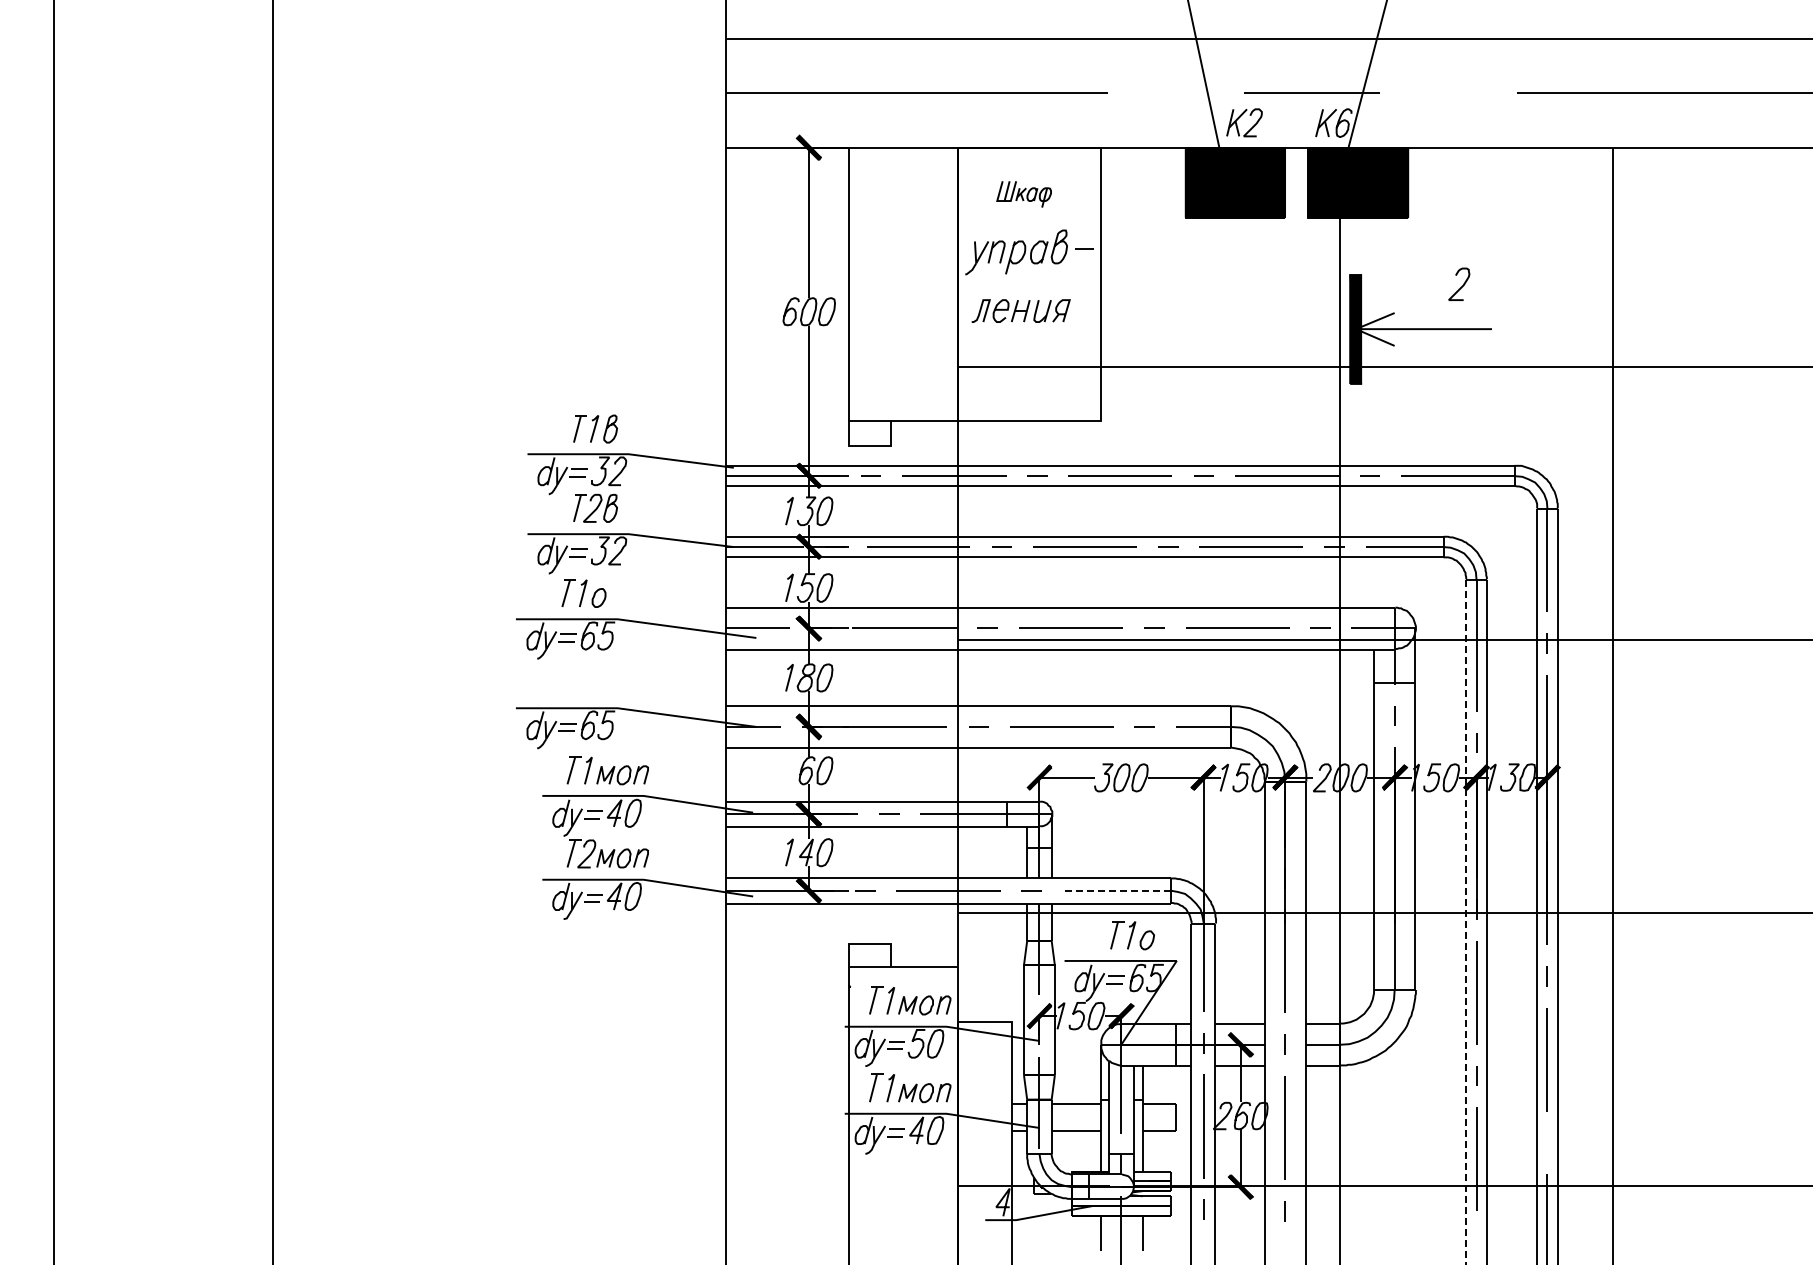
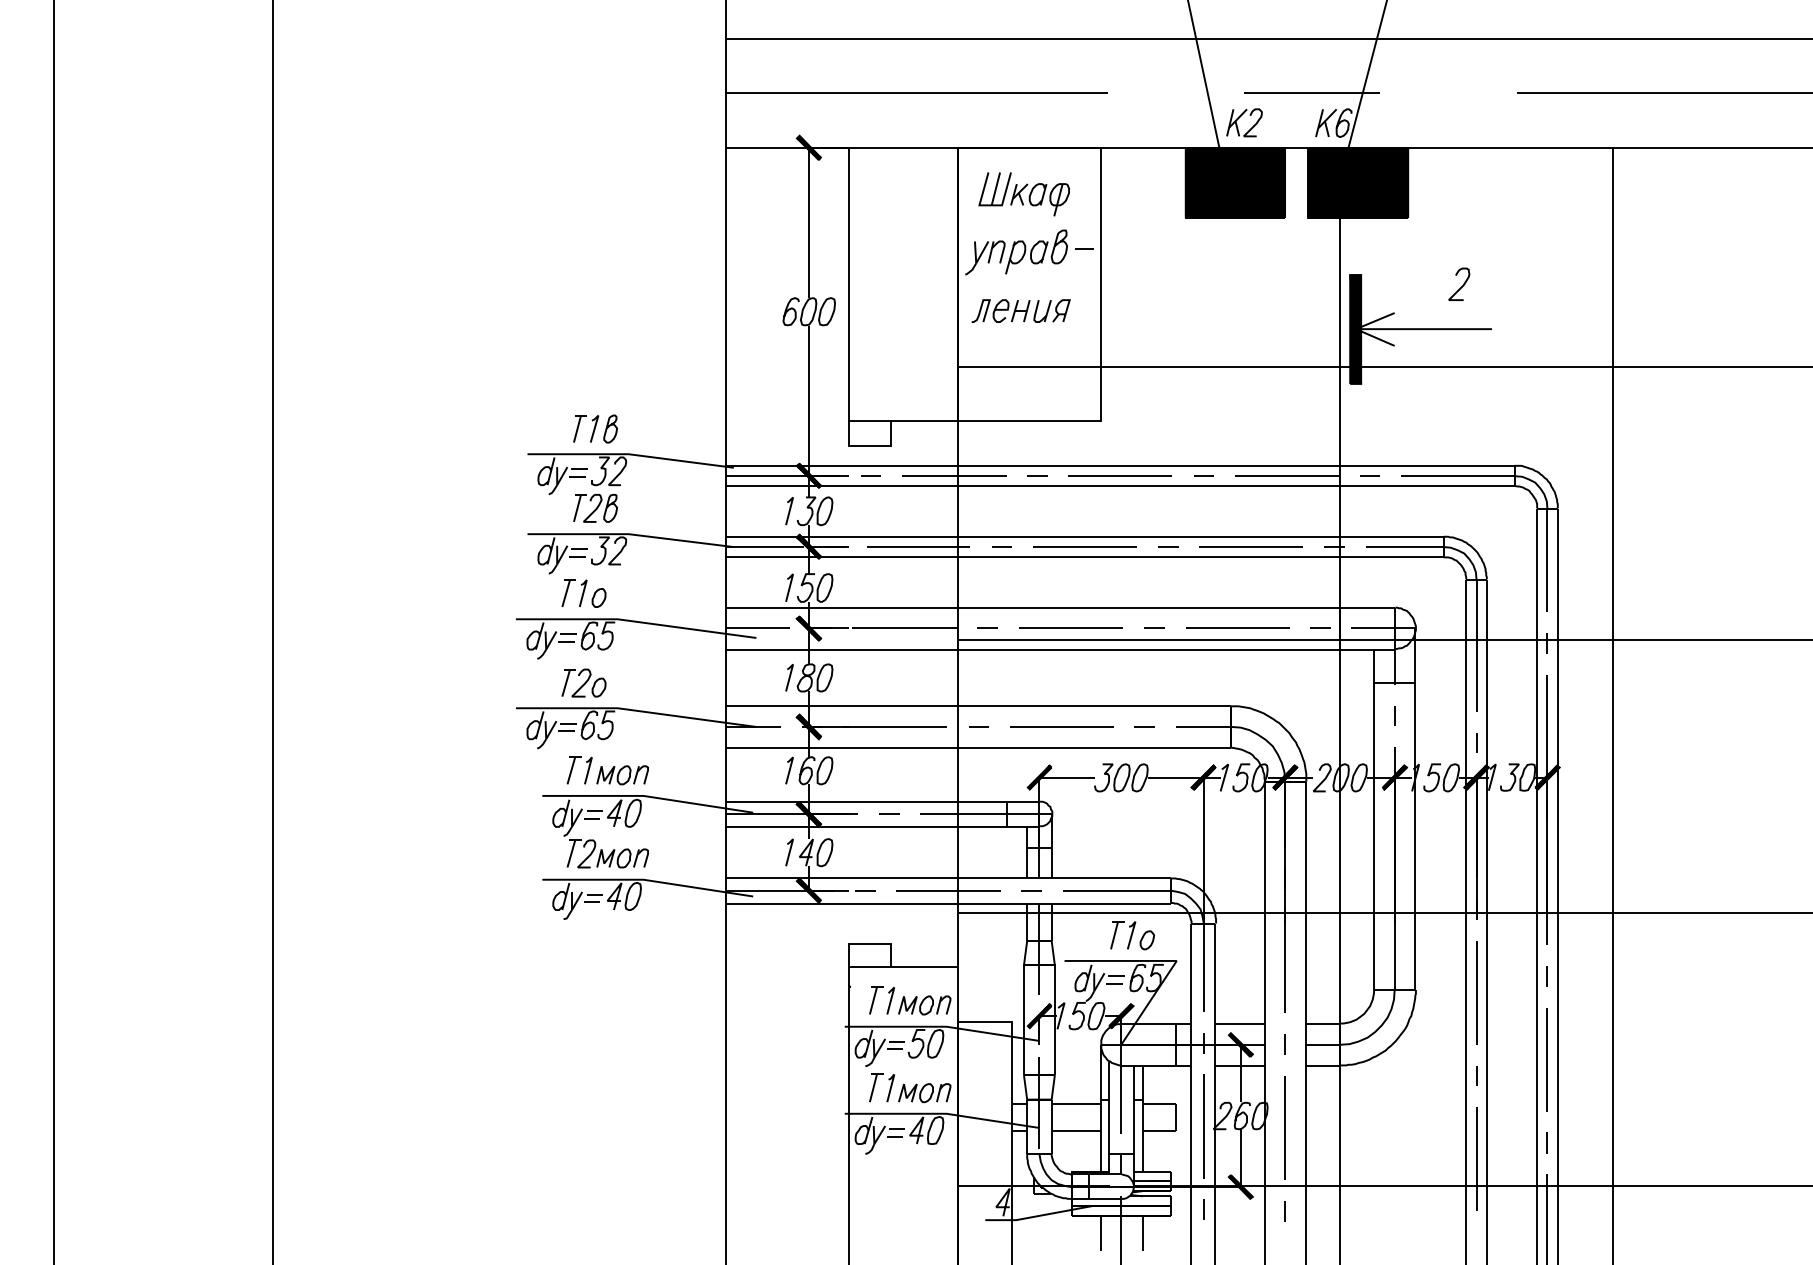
part at (1023, 194) size: 56x27 px -> 92x45 px
part at (583, 682): none -> present
line at (789, 770): none -> present
line at (1116, 890): dashed -> solid
line at (1466, 922): dashed -> solid
line at (1546, 1142): none -> present
